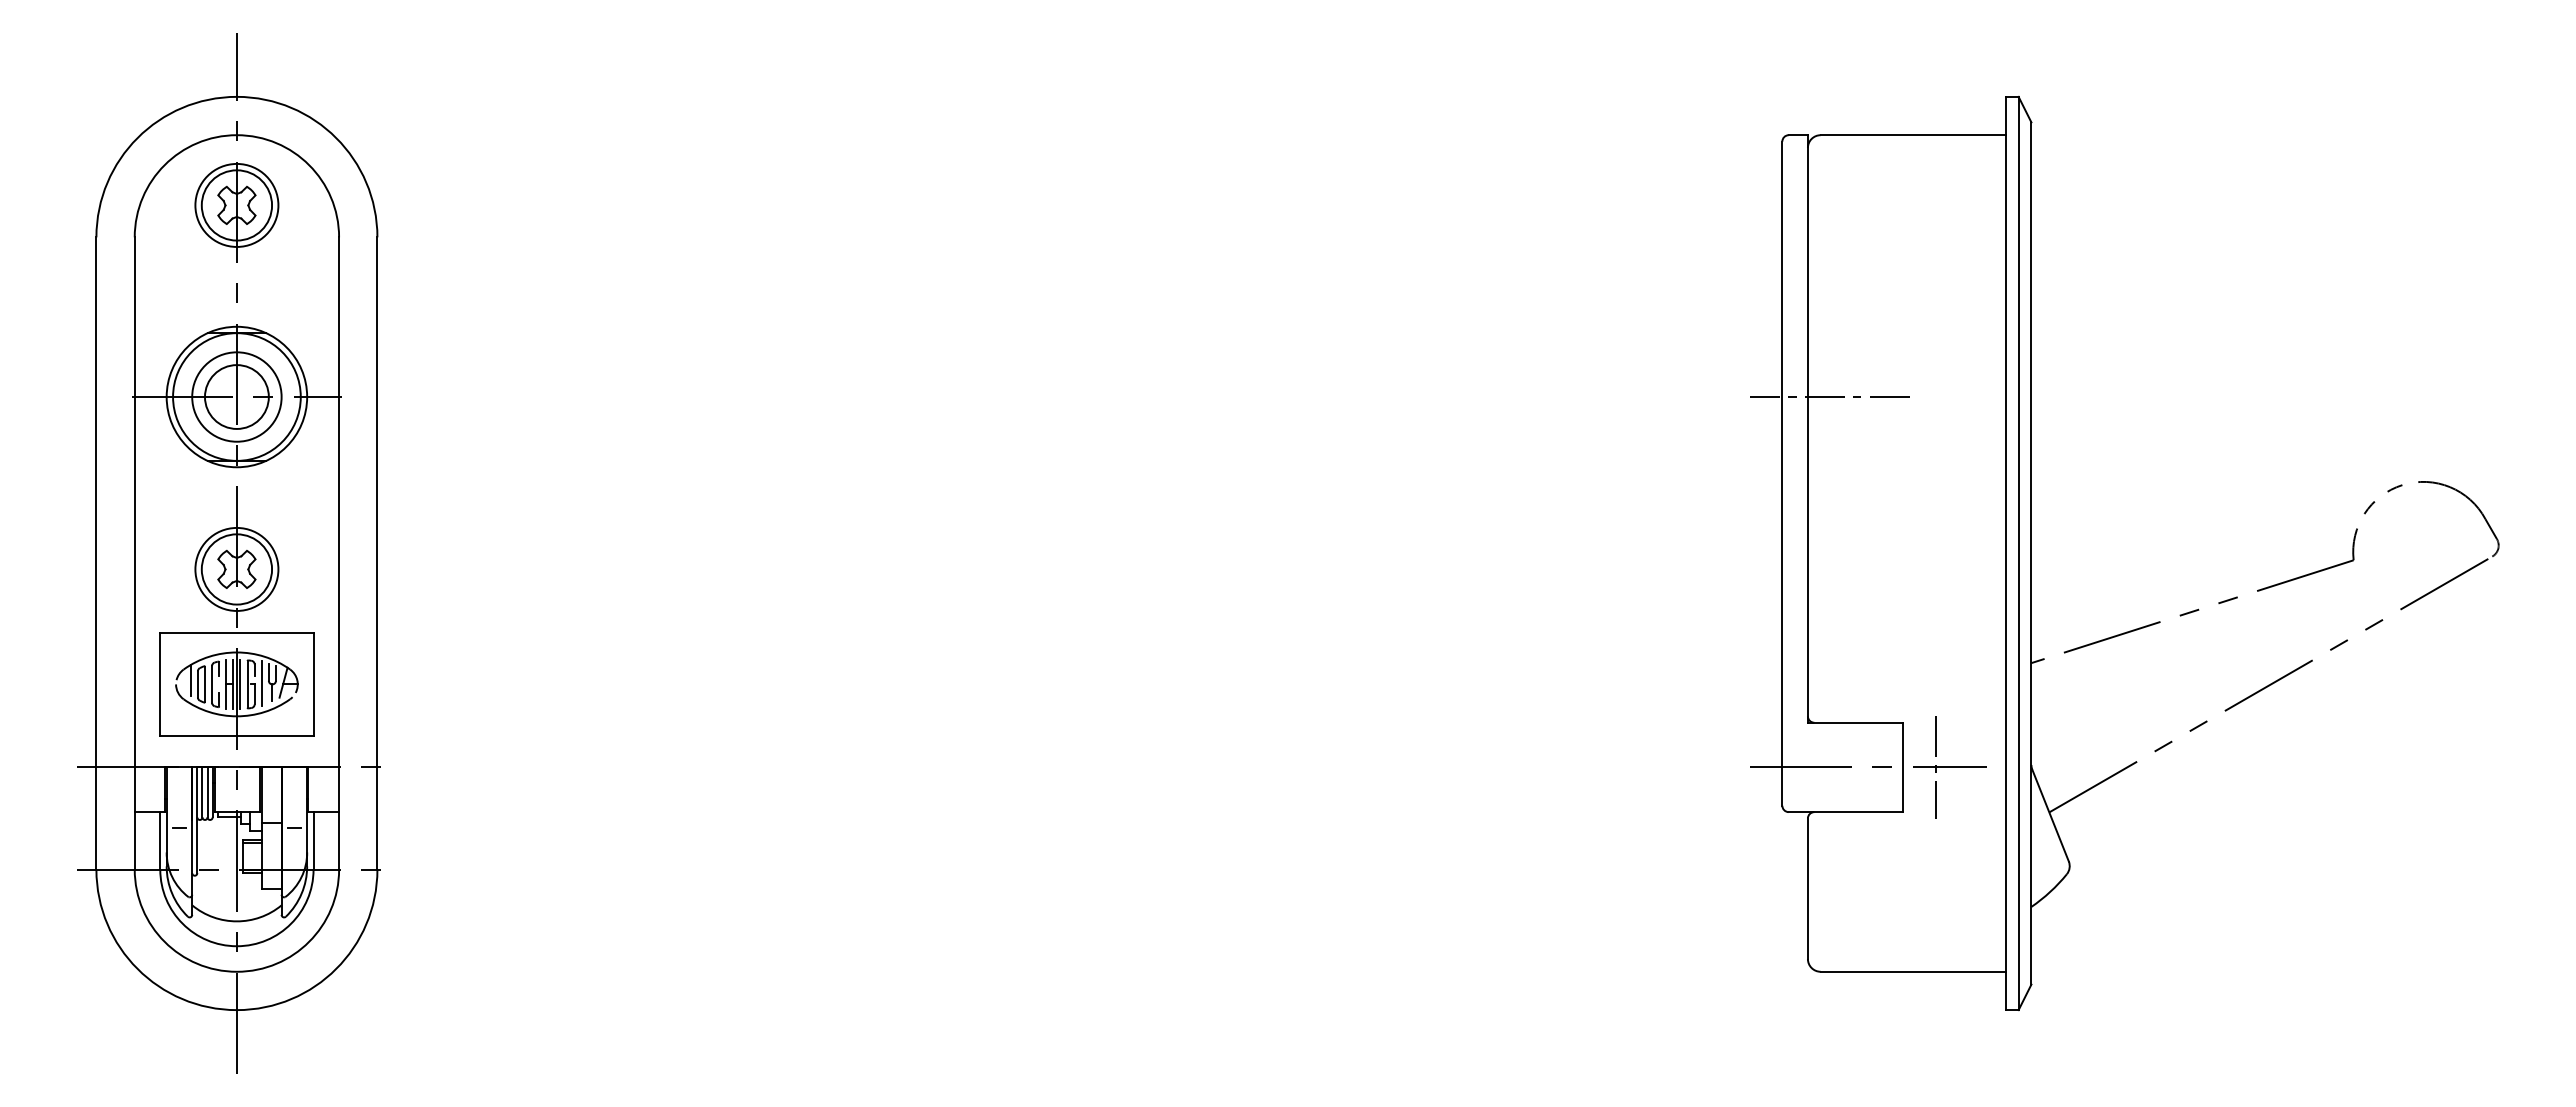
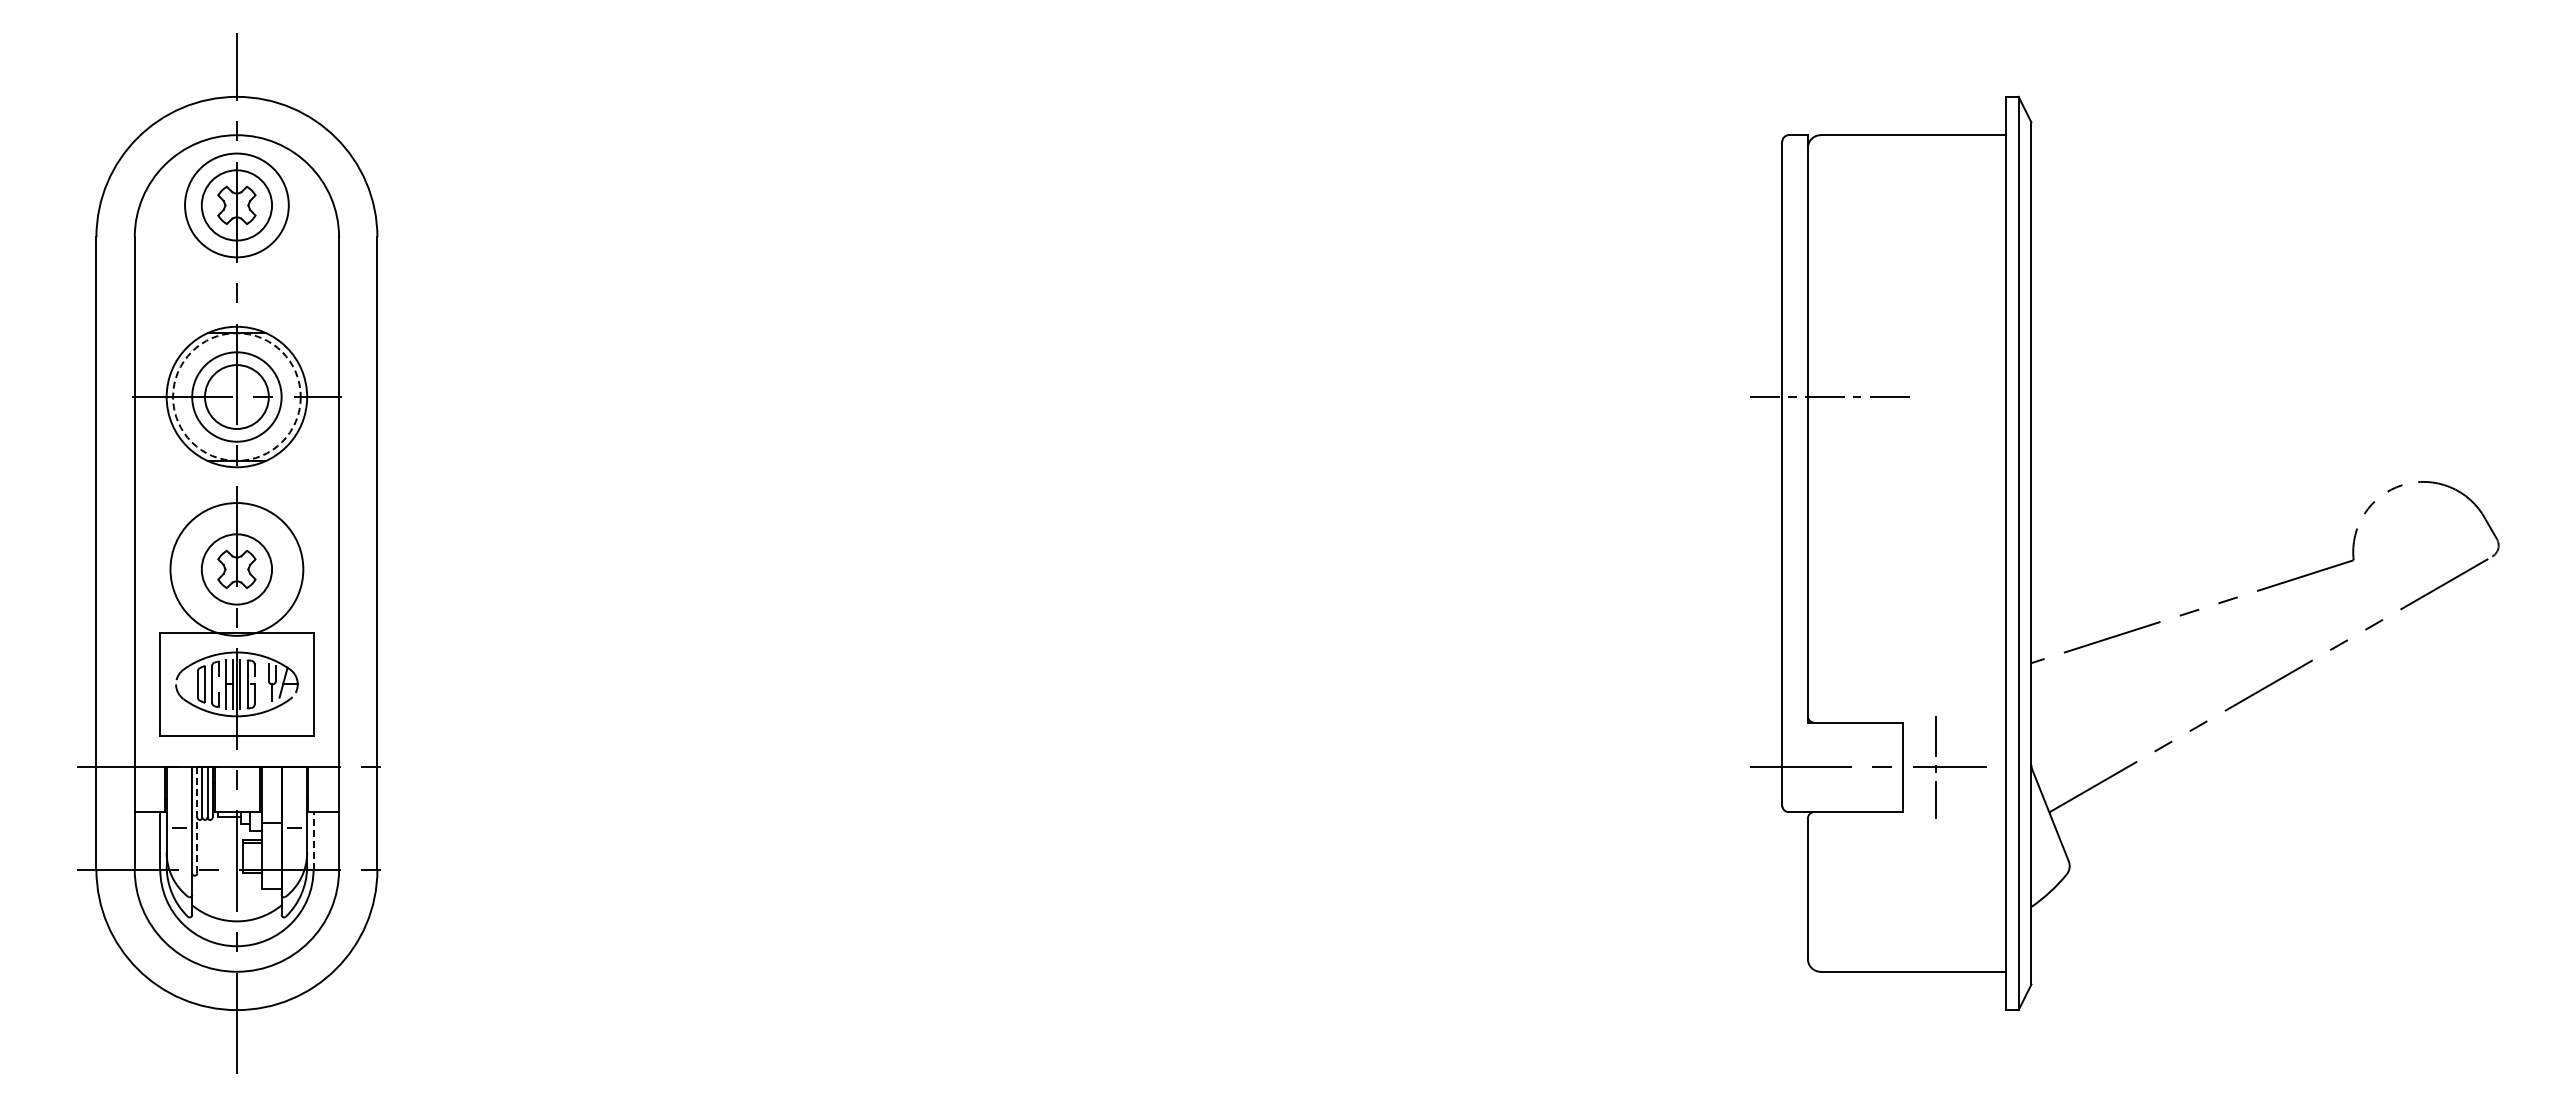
circle at (236, 204) diameter: 83 px -> 104 px
circle at (236, 396): solid -> dashed
circle at (236, 568) diameter: 83 px -> 133 px
line at (190, 679): present -> none
line at (261, 683): present -> none
line at (197, 820): solid -> dashed
line at (313, 840): solid -> dashed
